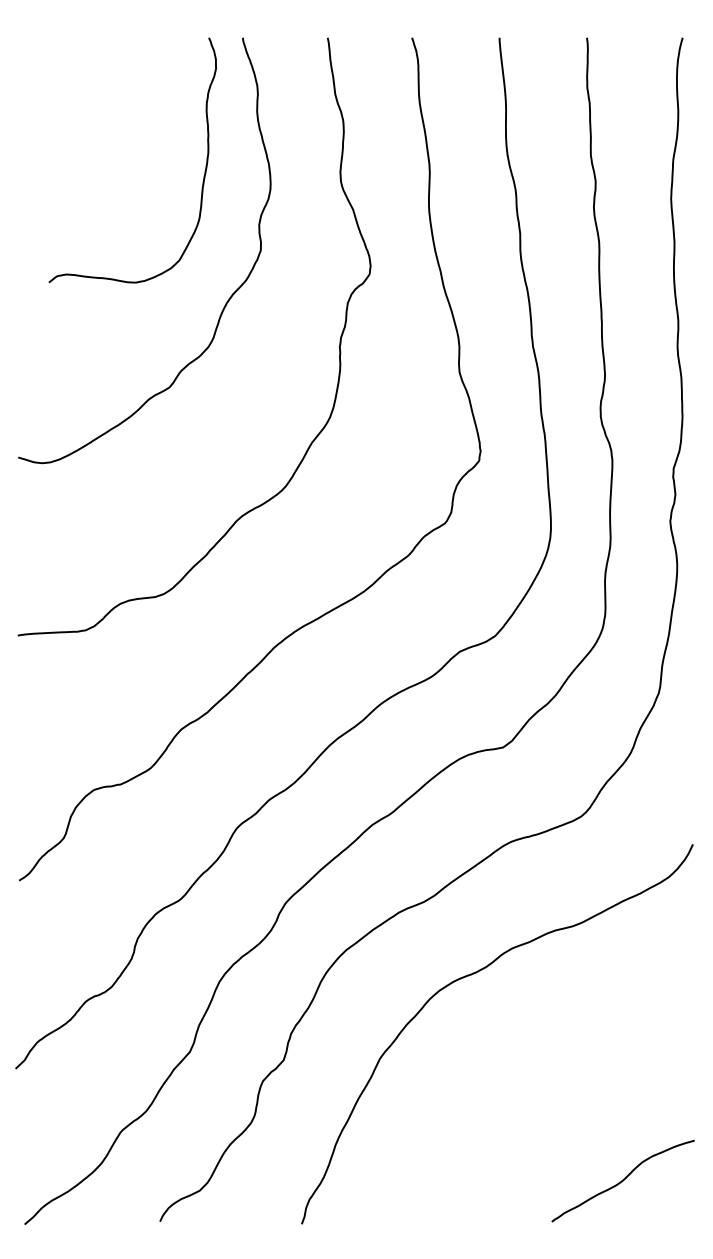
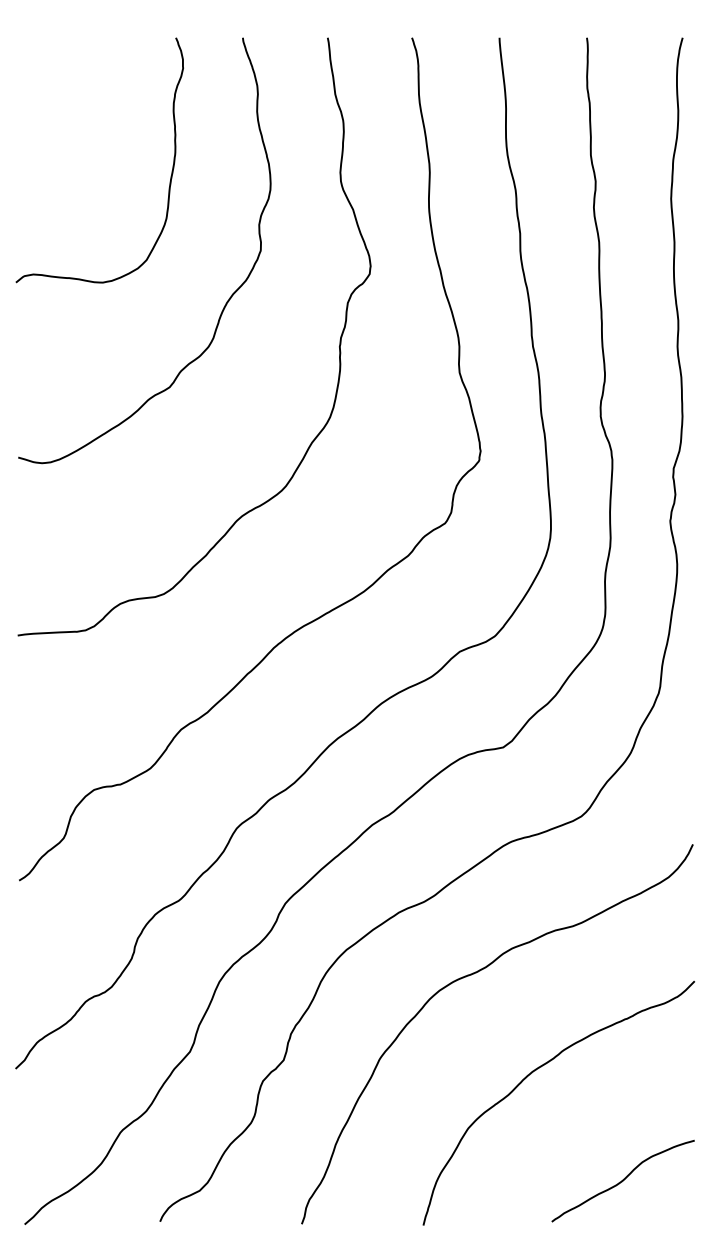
curve at (203, 176) position: (203, 176) -> (170, 176)
curve at (536, 1070): none -> present
